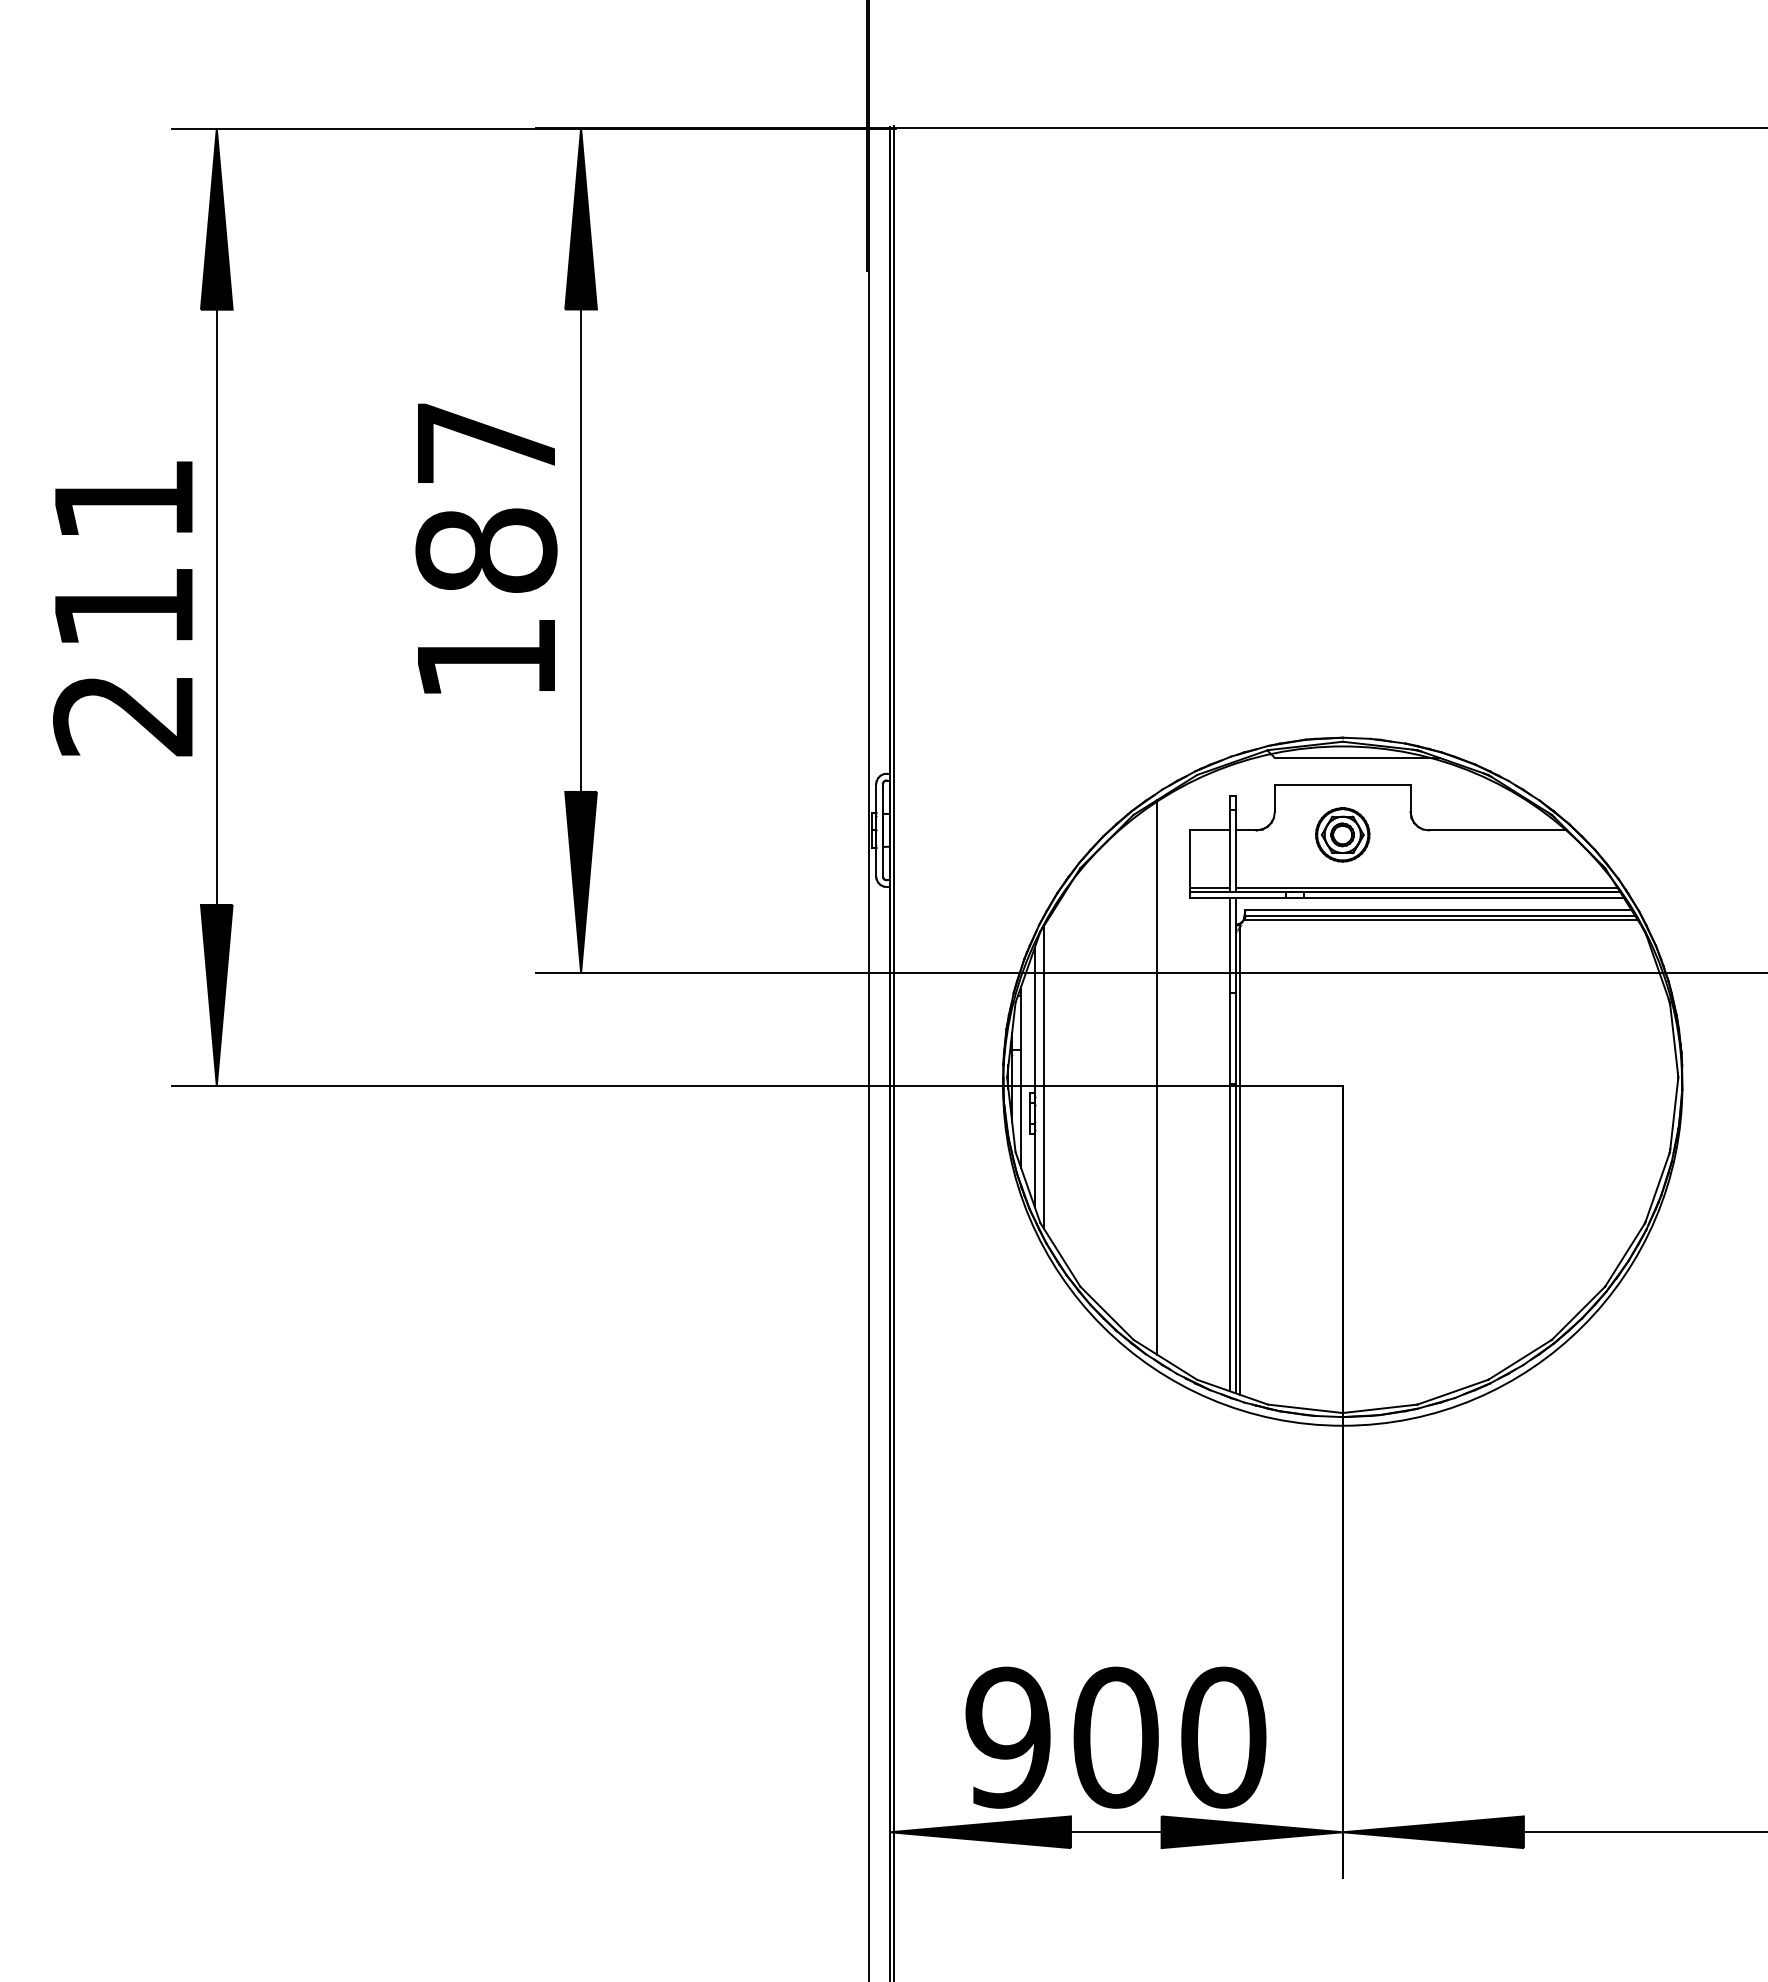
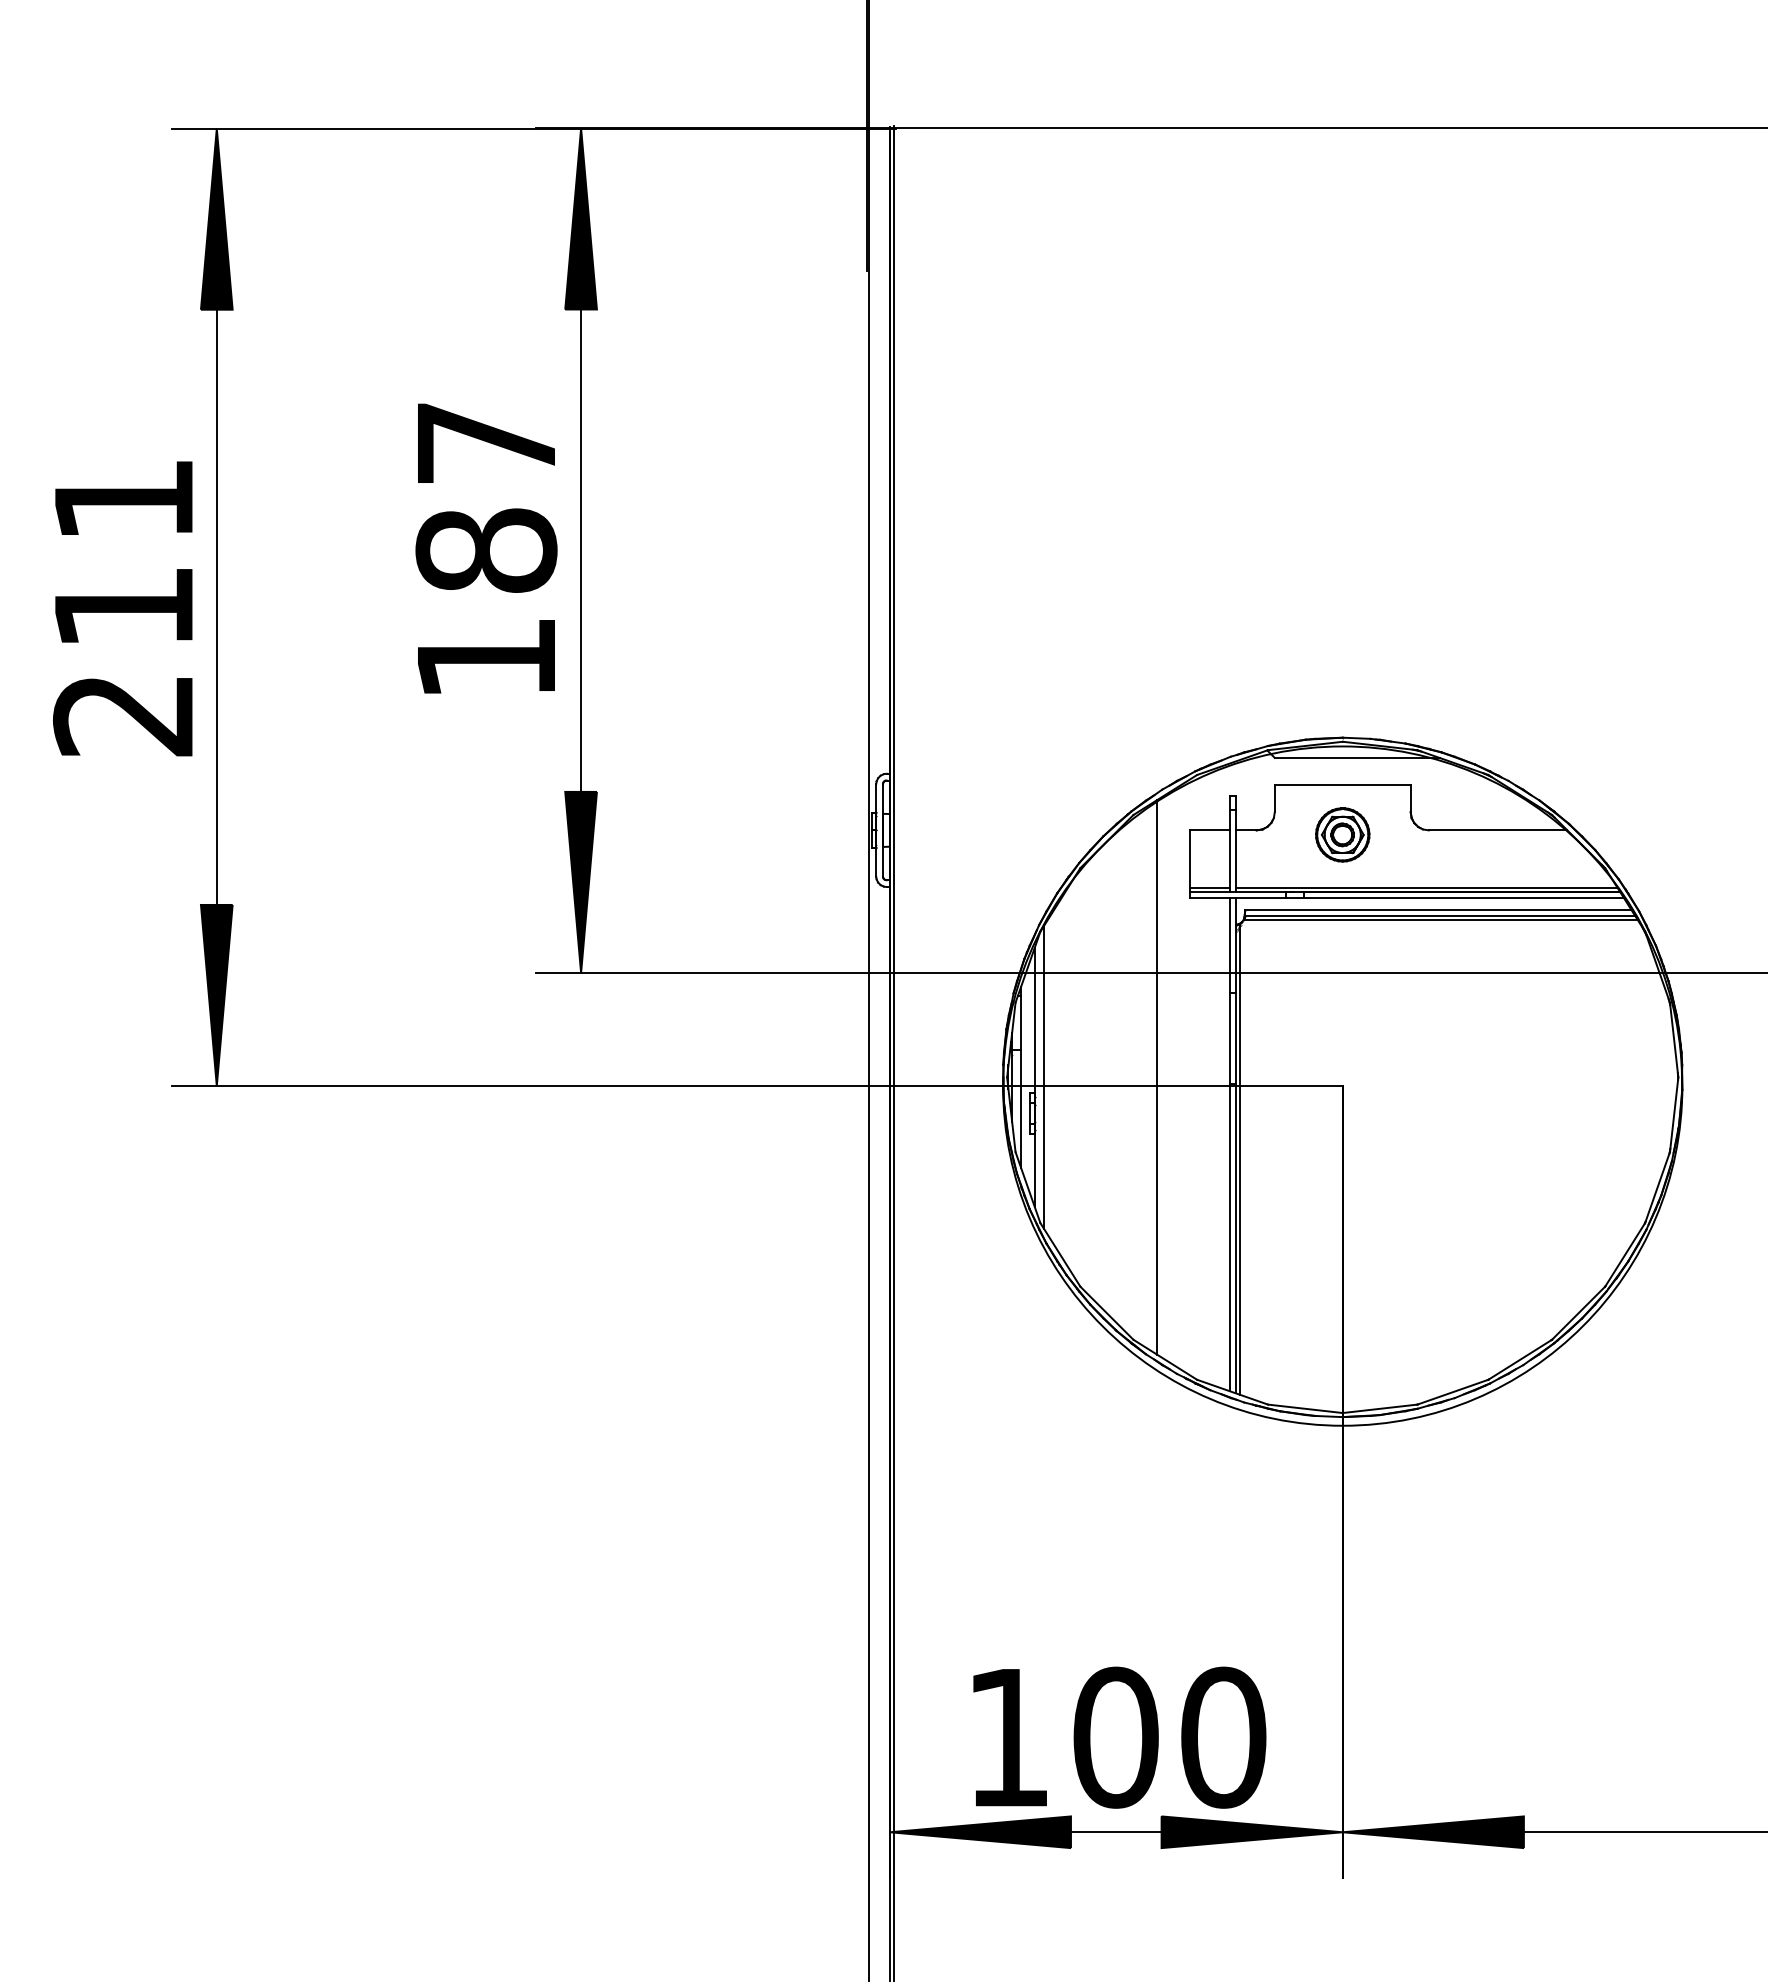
text at (1007, 1737): 900 -> 100
